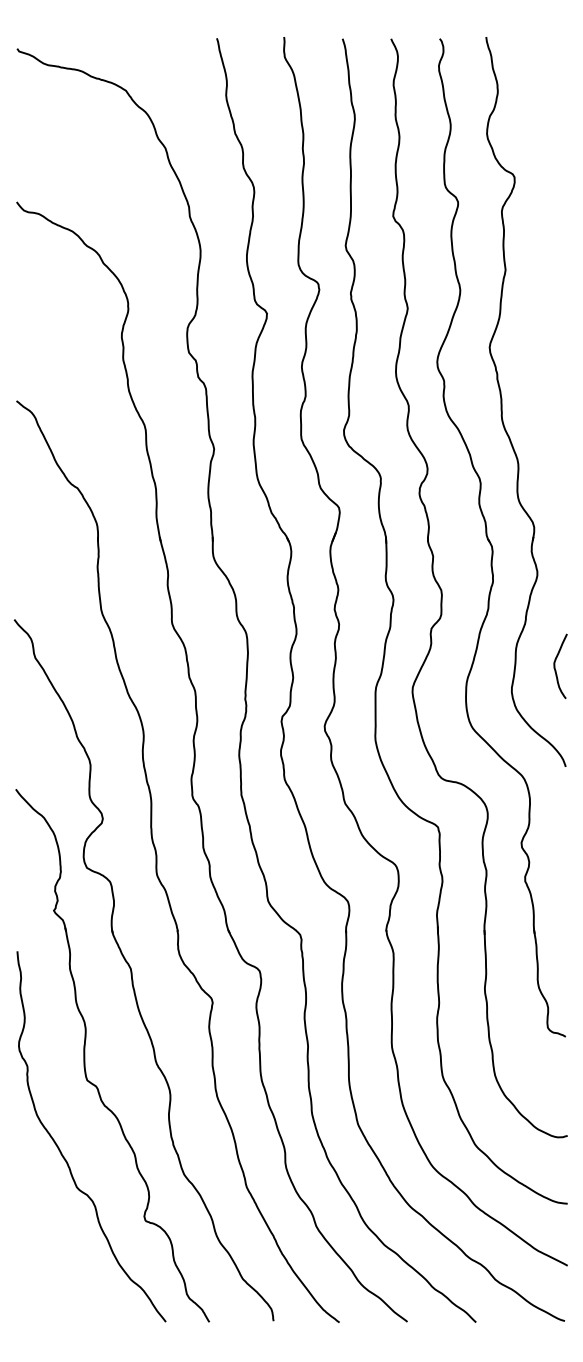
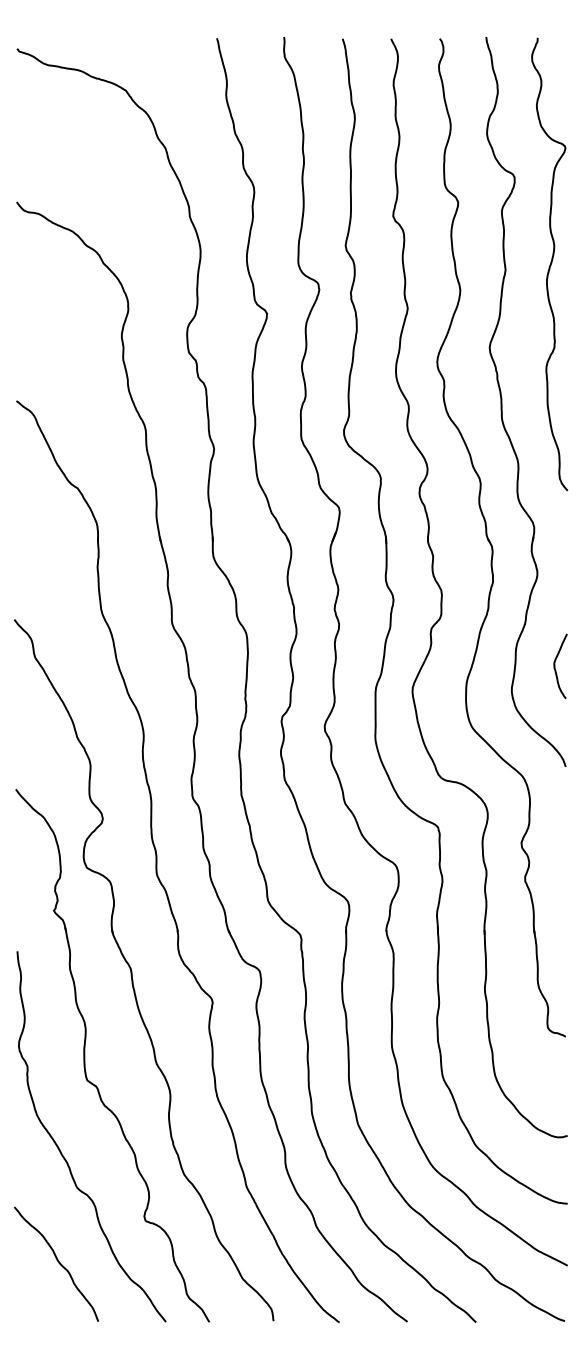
curve at (549, 264): none -> present
curve at (58, 1263): none -> present
